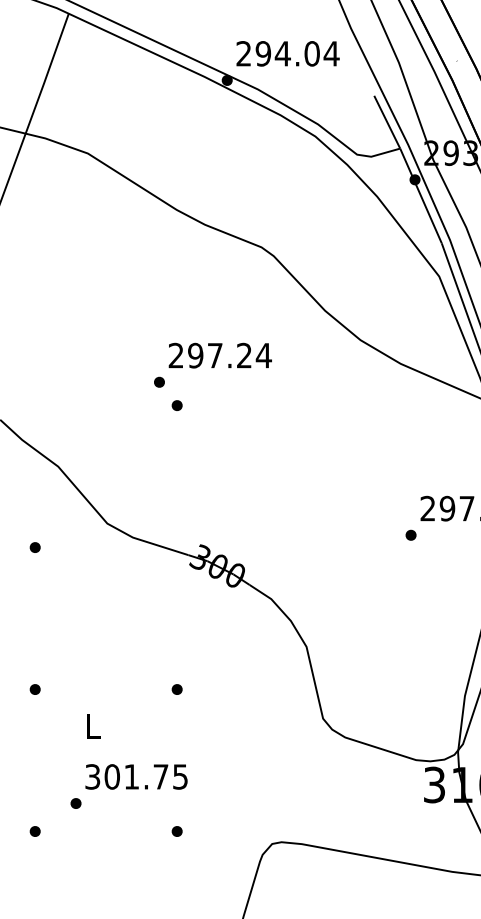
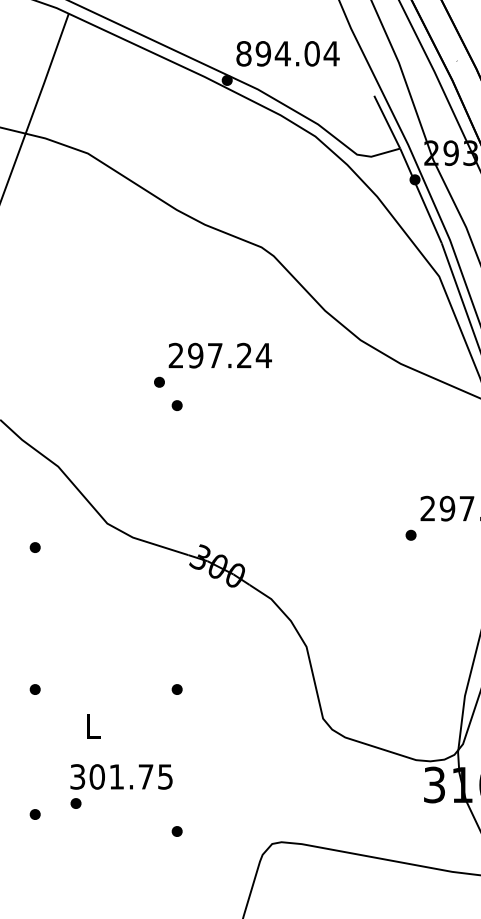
text at (243, 53): 294.04 -> 894.04
text at (136, 776) position: (136, 776) -> (121, 776)
part at (34, 831) position: (34, 831) -> (34, 814)
